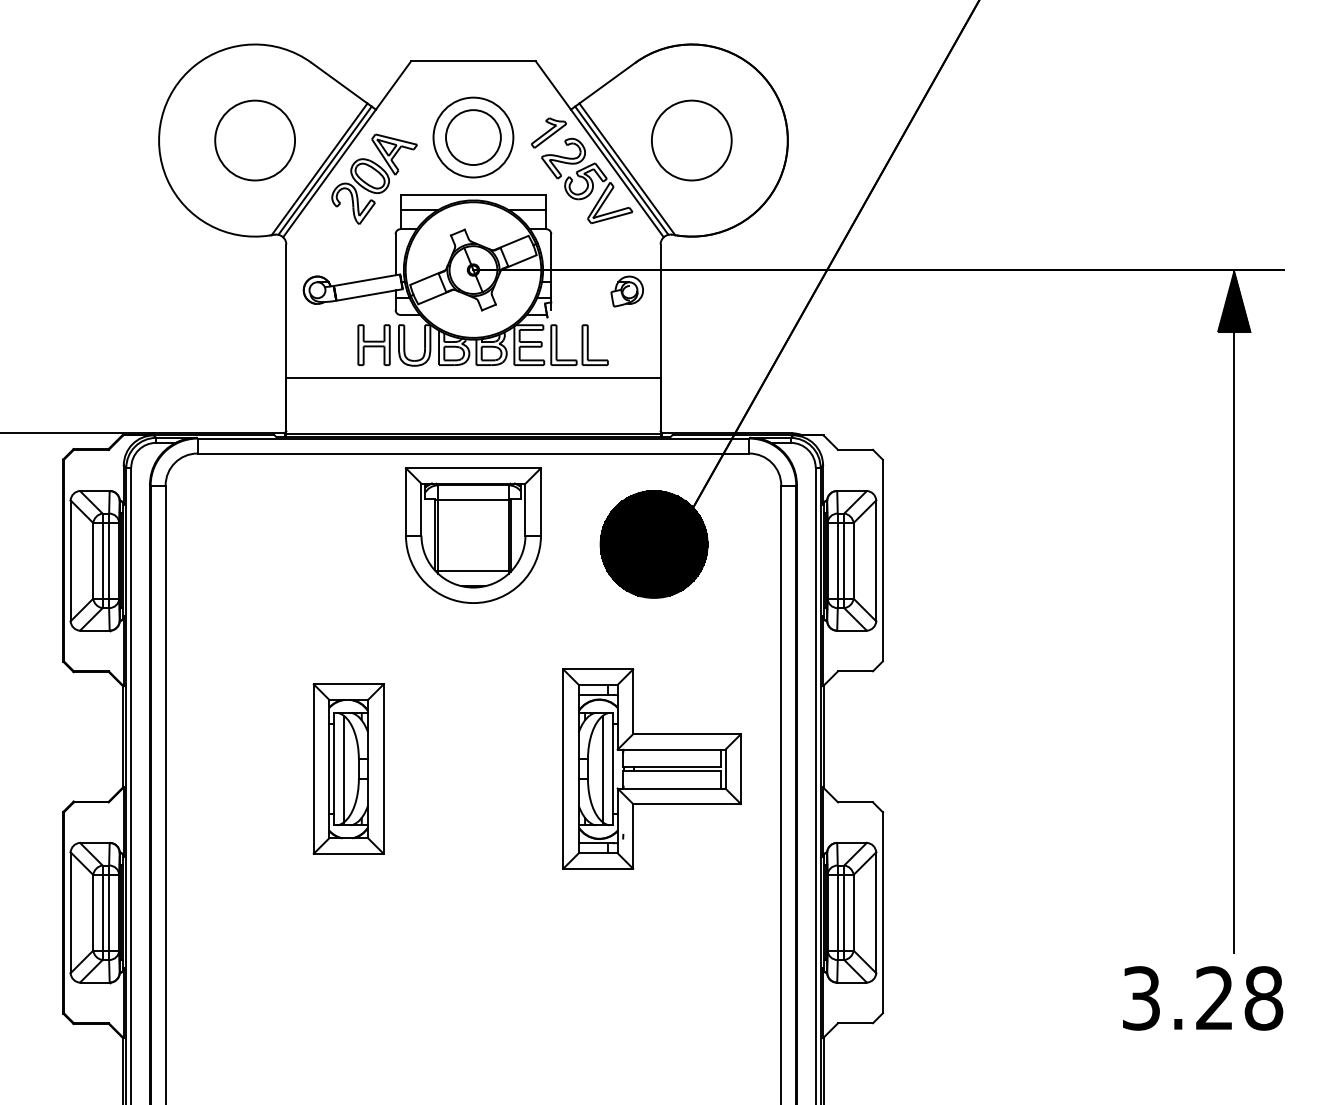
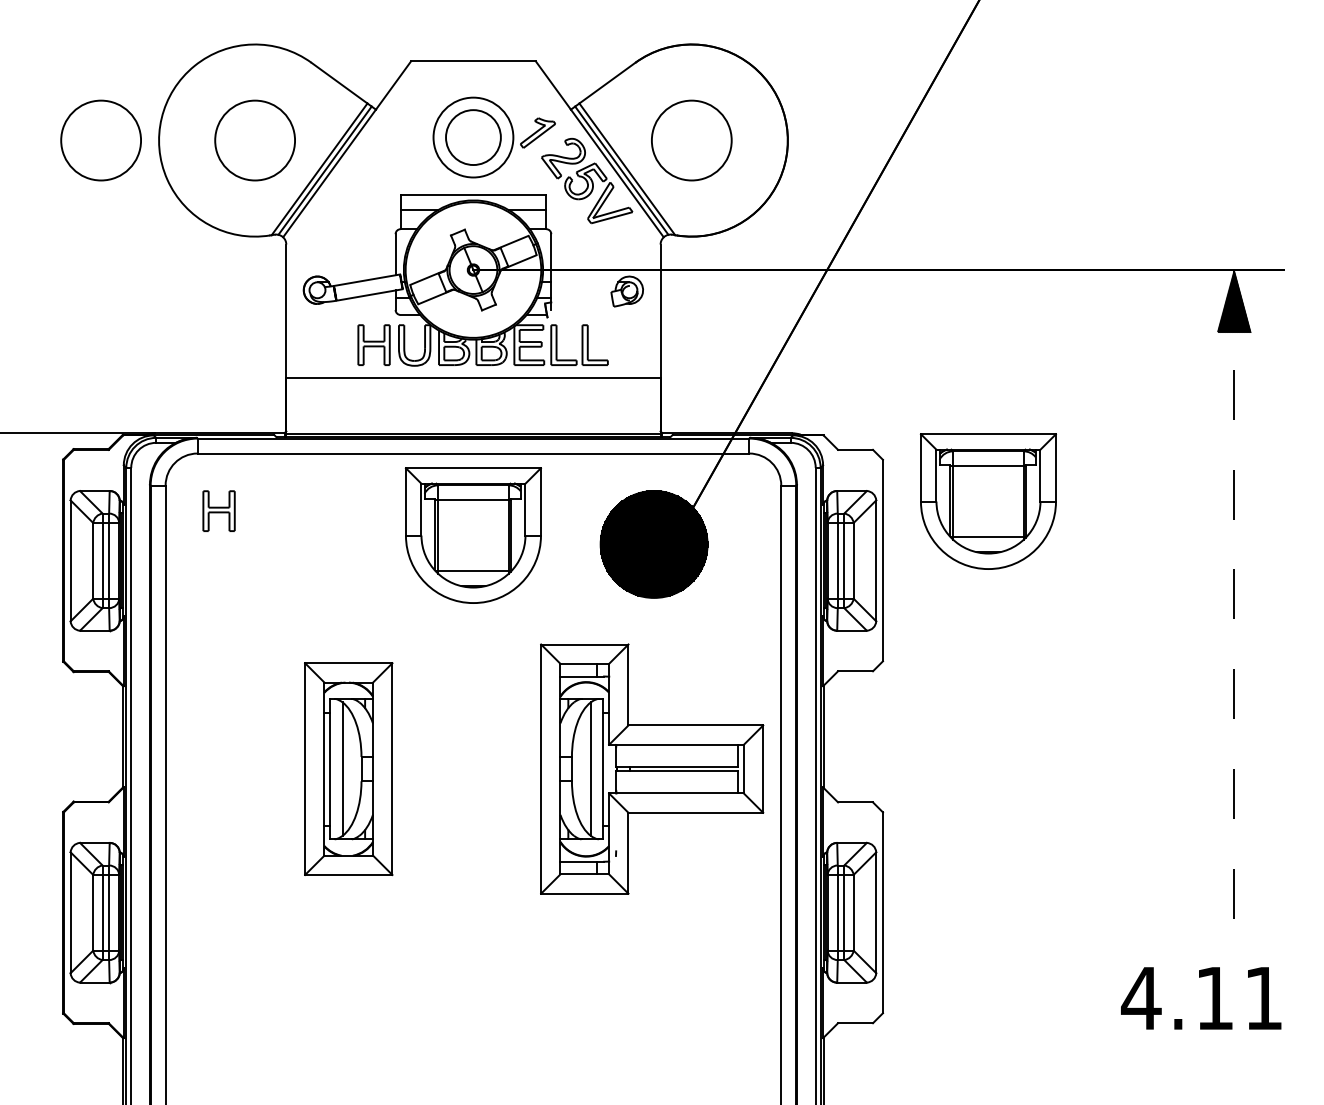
part at (548, 132) position: (548, 132) -> (537, 132)
circle at (100, 140): none -> present
part at (374, 178): present -> none
part at (987, 501): none -> present
part at (218, 510): none -> present
line at (1234, 611): solid -> dashed
part at (348, 768) size: 73x172 px -> 90x215 px
part at (651, 768) size: 180x202 px -> 225x252 px
text at (1202, 998): 3.28 -> 4.11
